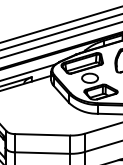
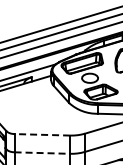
line at (42, 134): solid -> dashed
line at (42, 153): solid -> dashed
